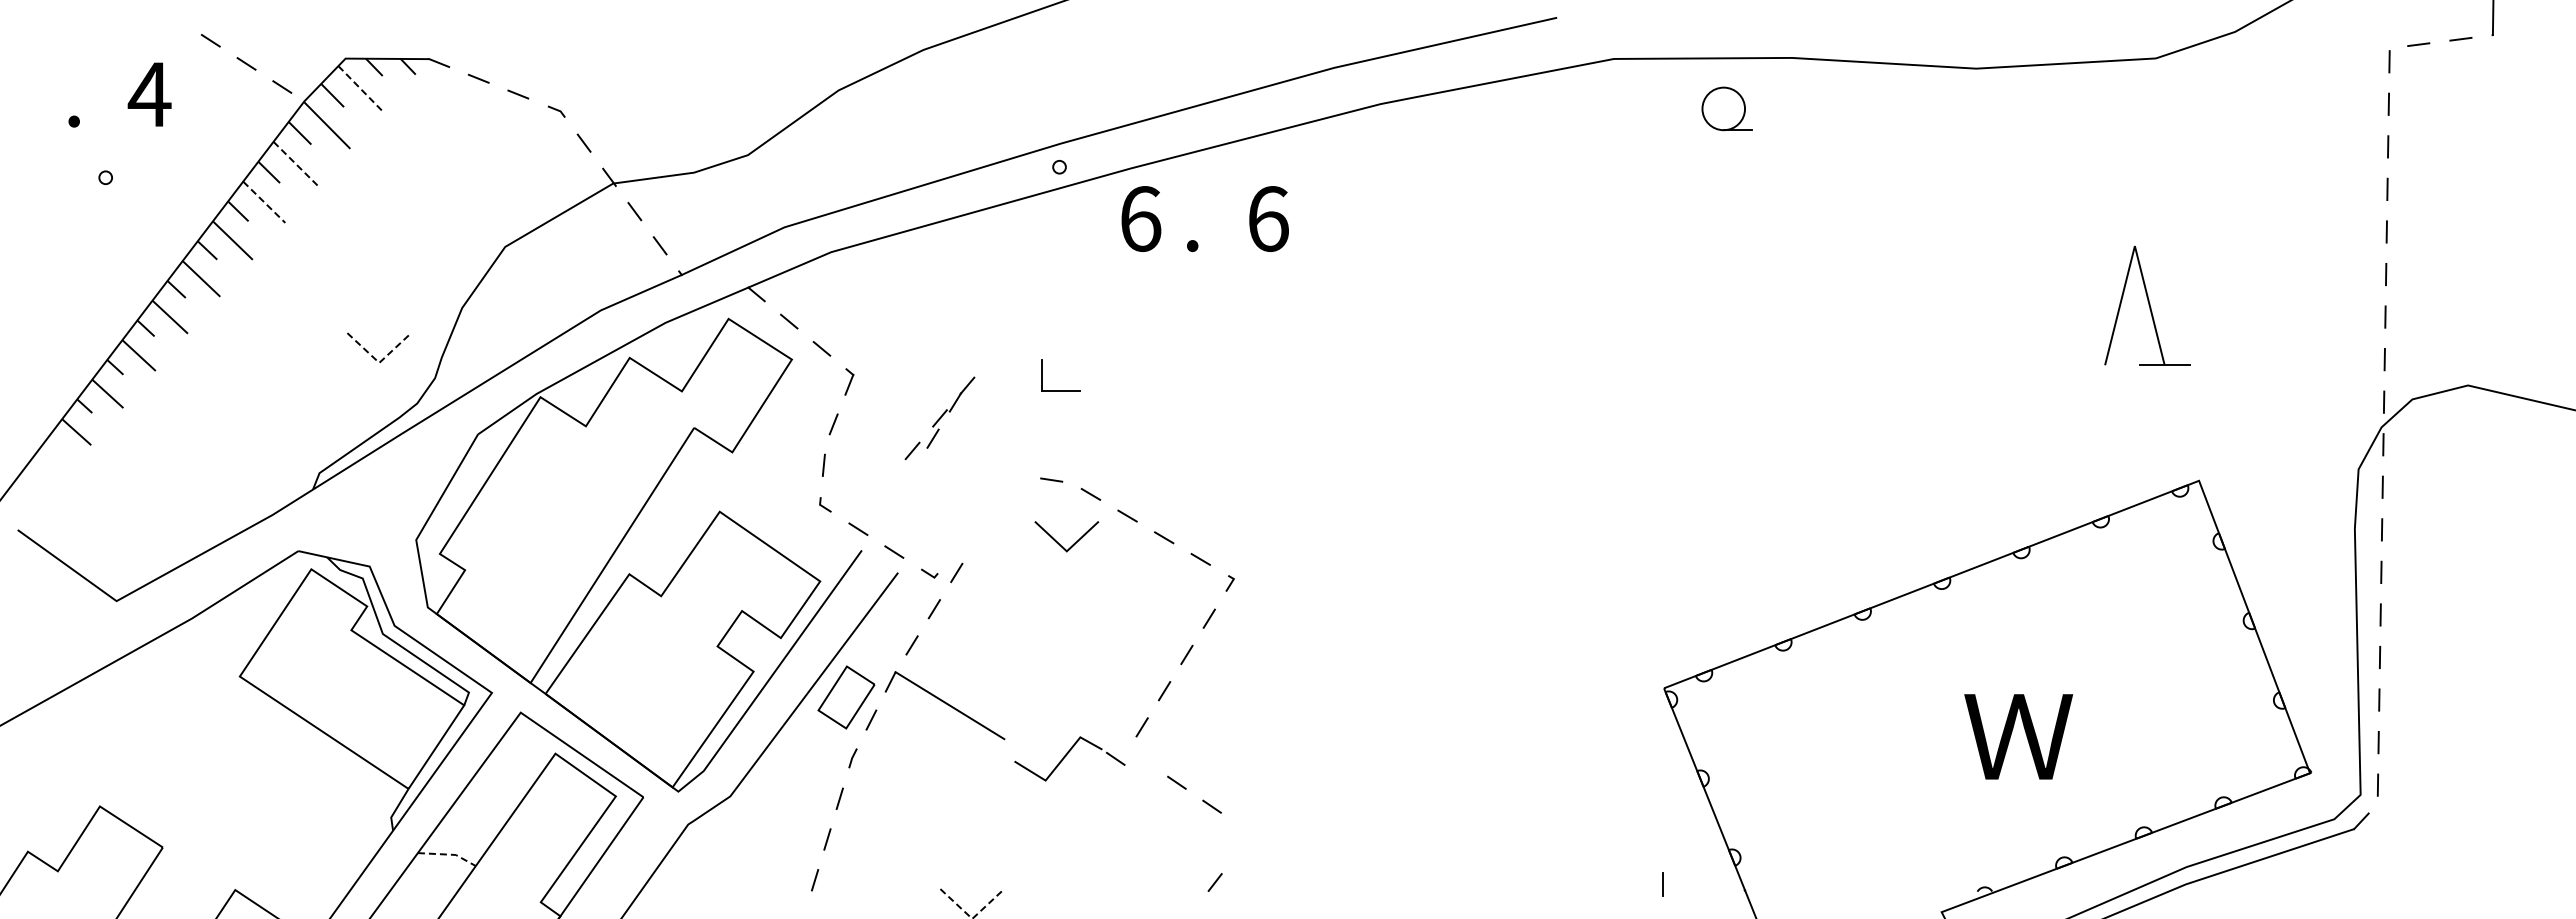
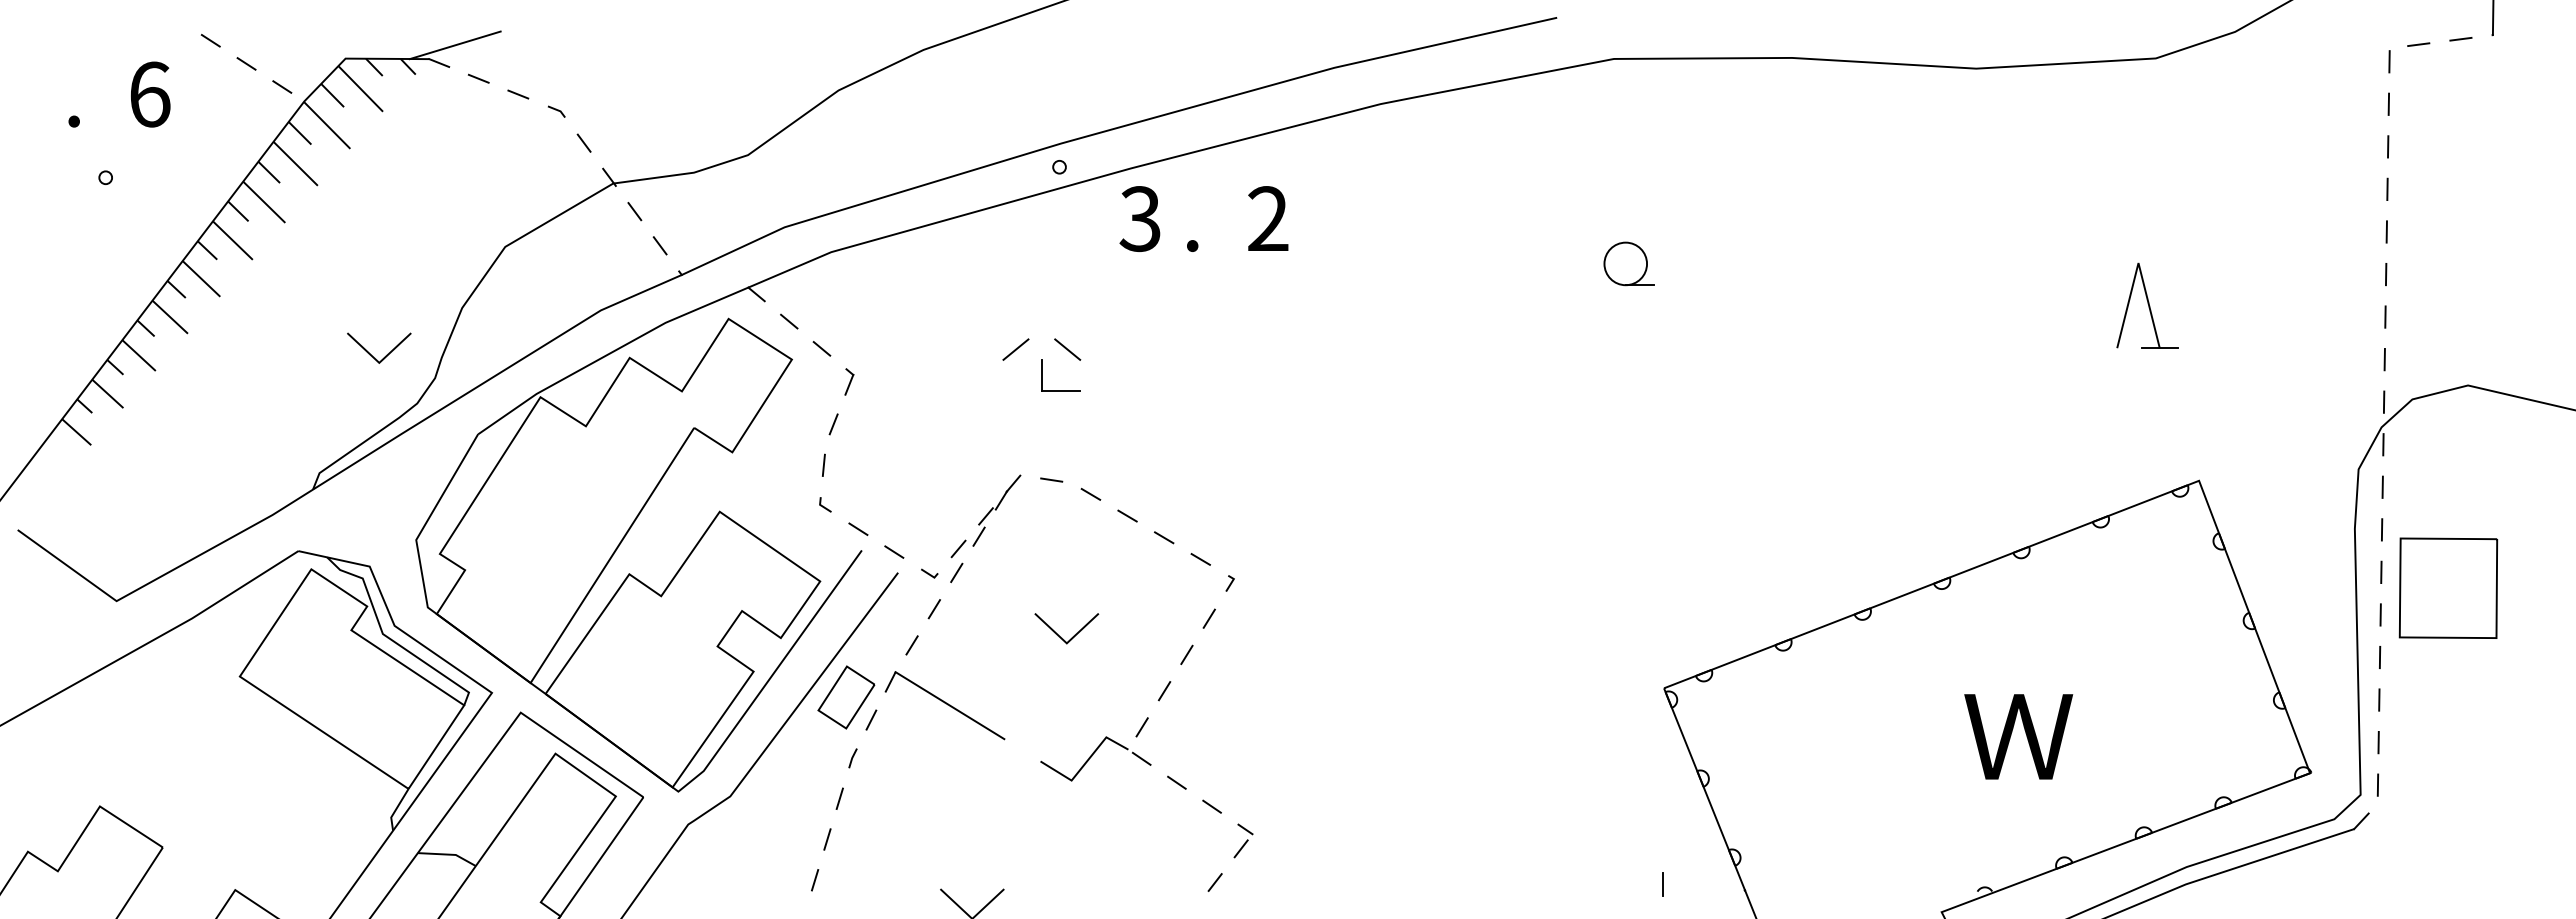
line at (454, 45): none -> present
line at (360, 88): dashed -> solid
text at (149, 94): 4 -> 6
part at (1726, 108) position: (1726, 108) -> (1628, 263)
line at (296, 164): dashed -> solid
line at (264, 202): dashed -> solid
text at (1140, 219): 6 -> 3
text at (1268, 219): 6 -> 2
part at (2147, 305) size: 87x121 px -> 63x87 px
line at (1015, 349): none -> present
line at (1067, 349): none -> present
line at (379, 362): dashed -> solid
part at (939, 418) position: (939, 418) -> (985, 516)
line at (1059, 543) position: (1059, 543) -> (1059, 635)
part at (2448, 587): none -> present
part at (1069, 758) position: (1069, 758) -> (1095, 758)
part at (1243, 840): none -> present
line at (449, 854): dashed -> solid
line at (972, 918): dashed -> solid
